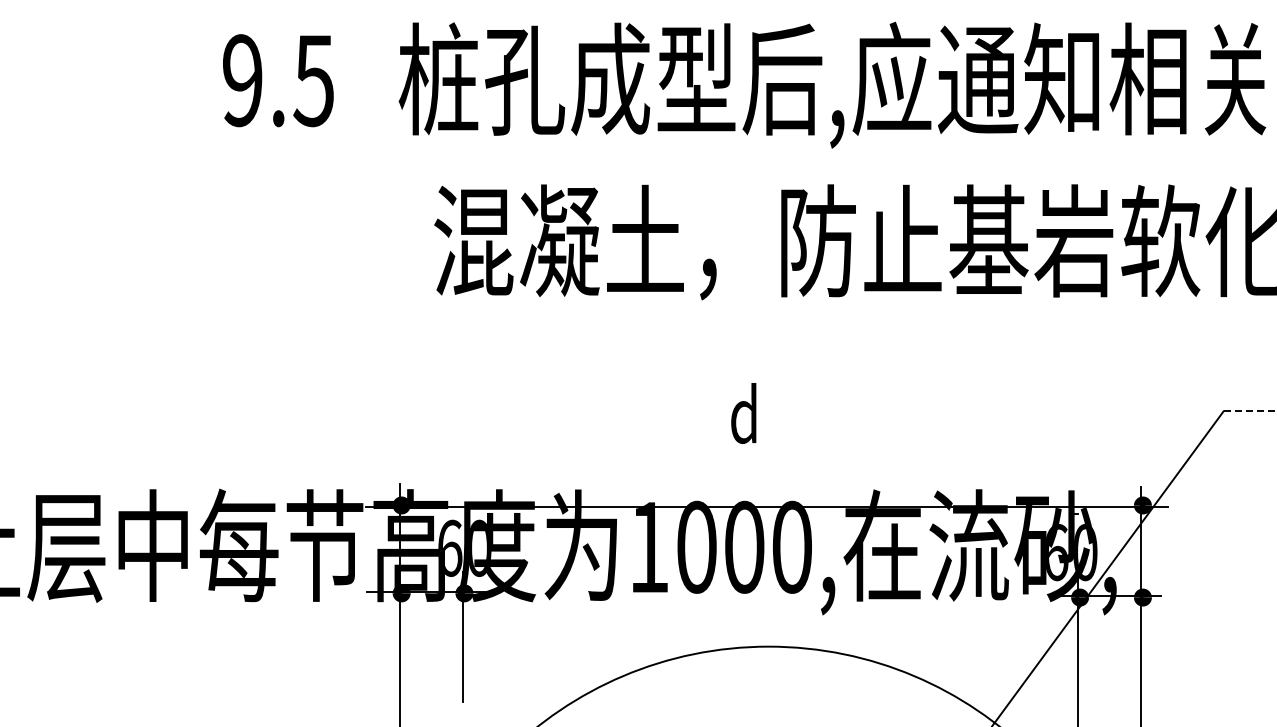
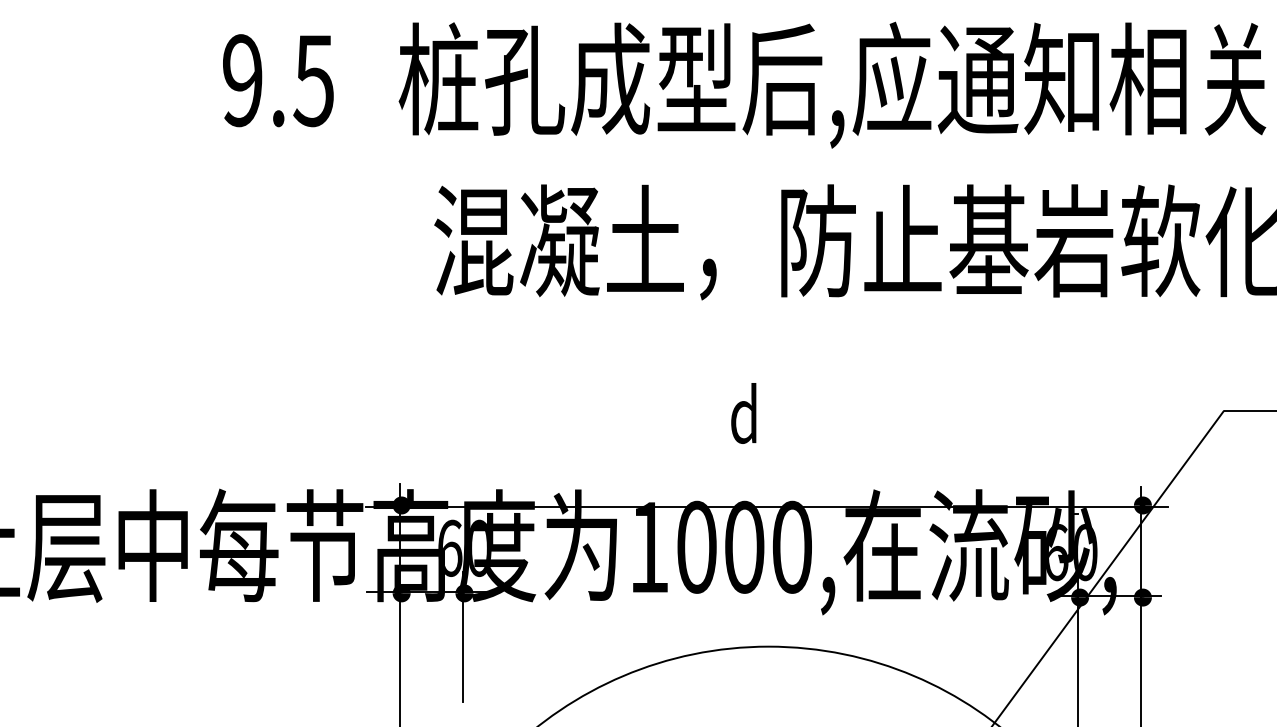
line at (1250, 410): dashed -> solid
